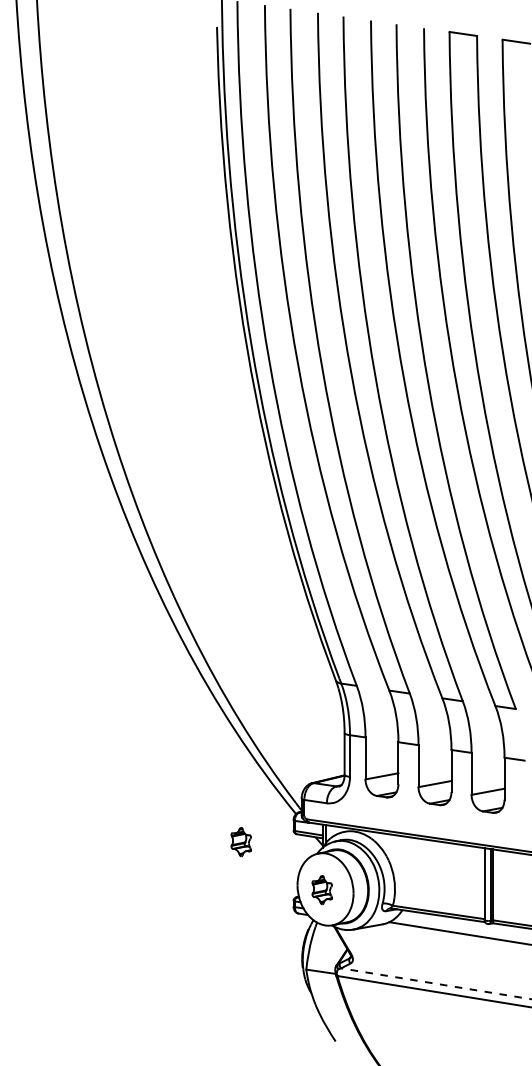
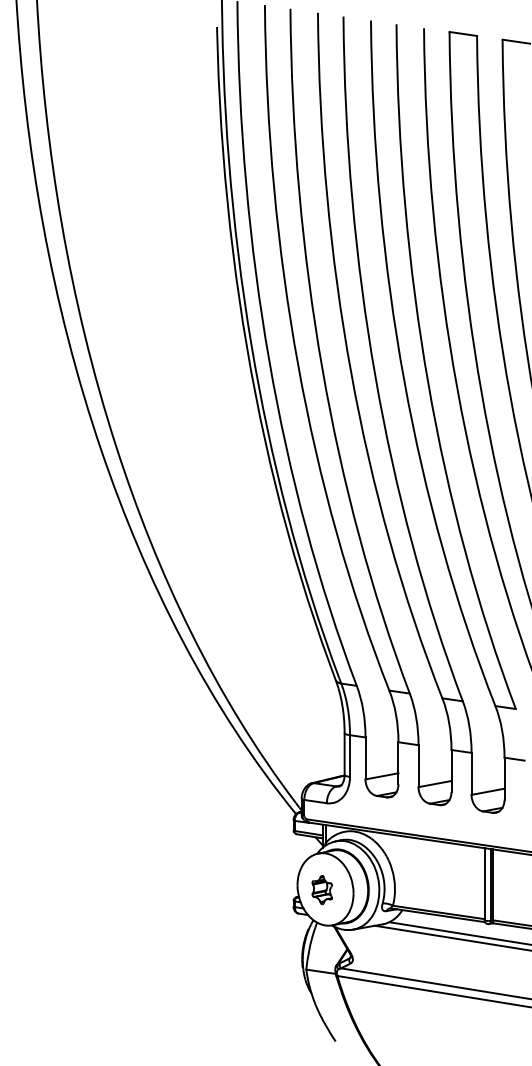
part at (240, 842): present -> none
line at (451, 937): none -> present
line at (435, 983): dashed -> solid
